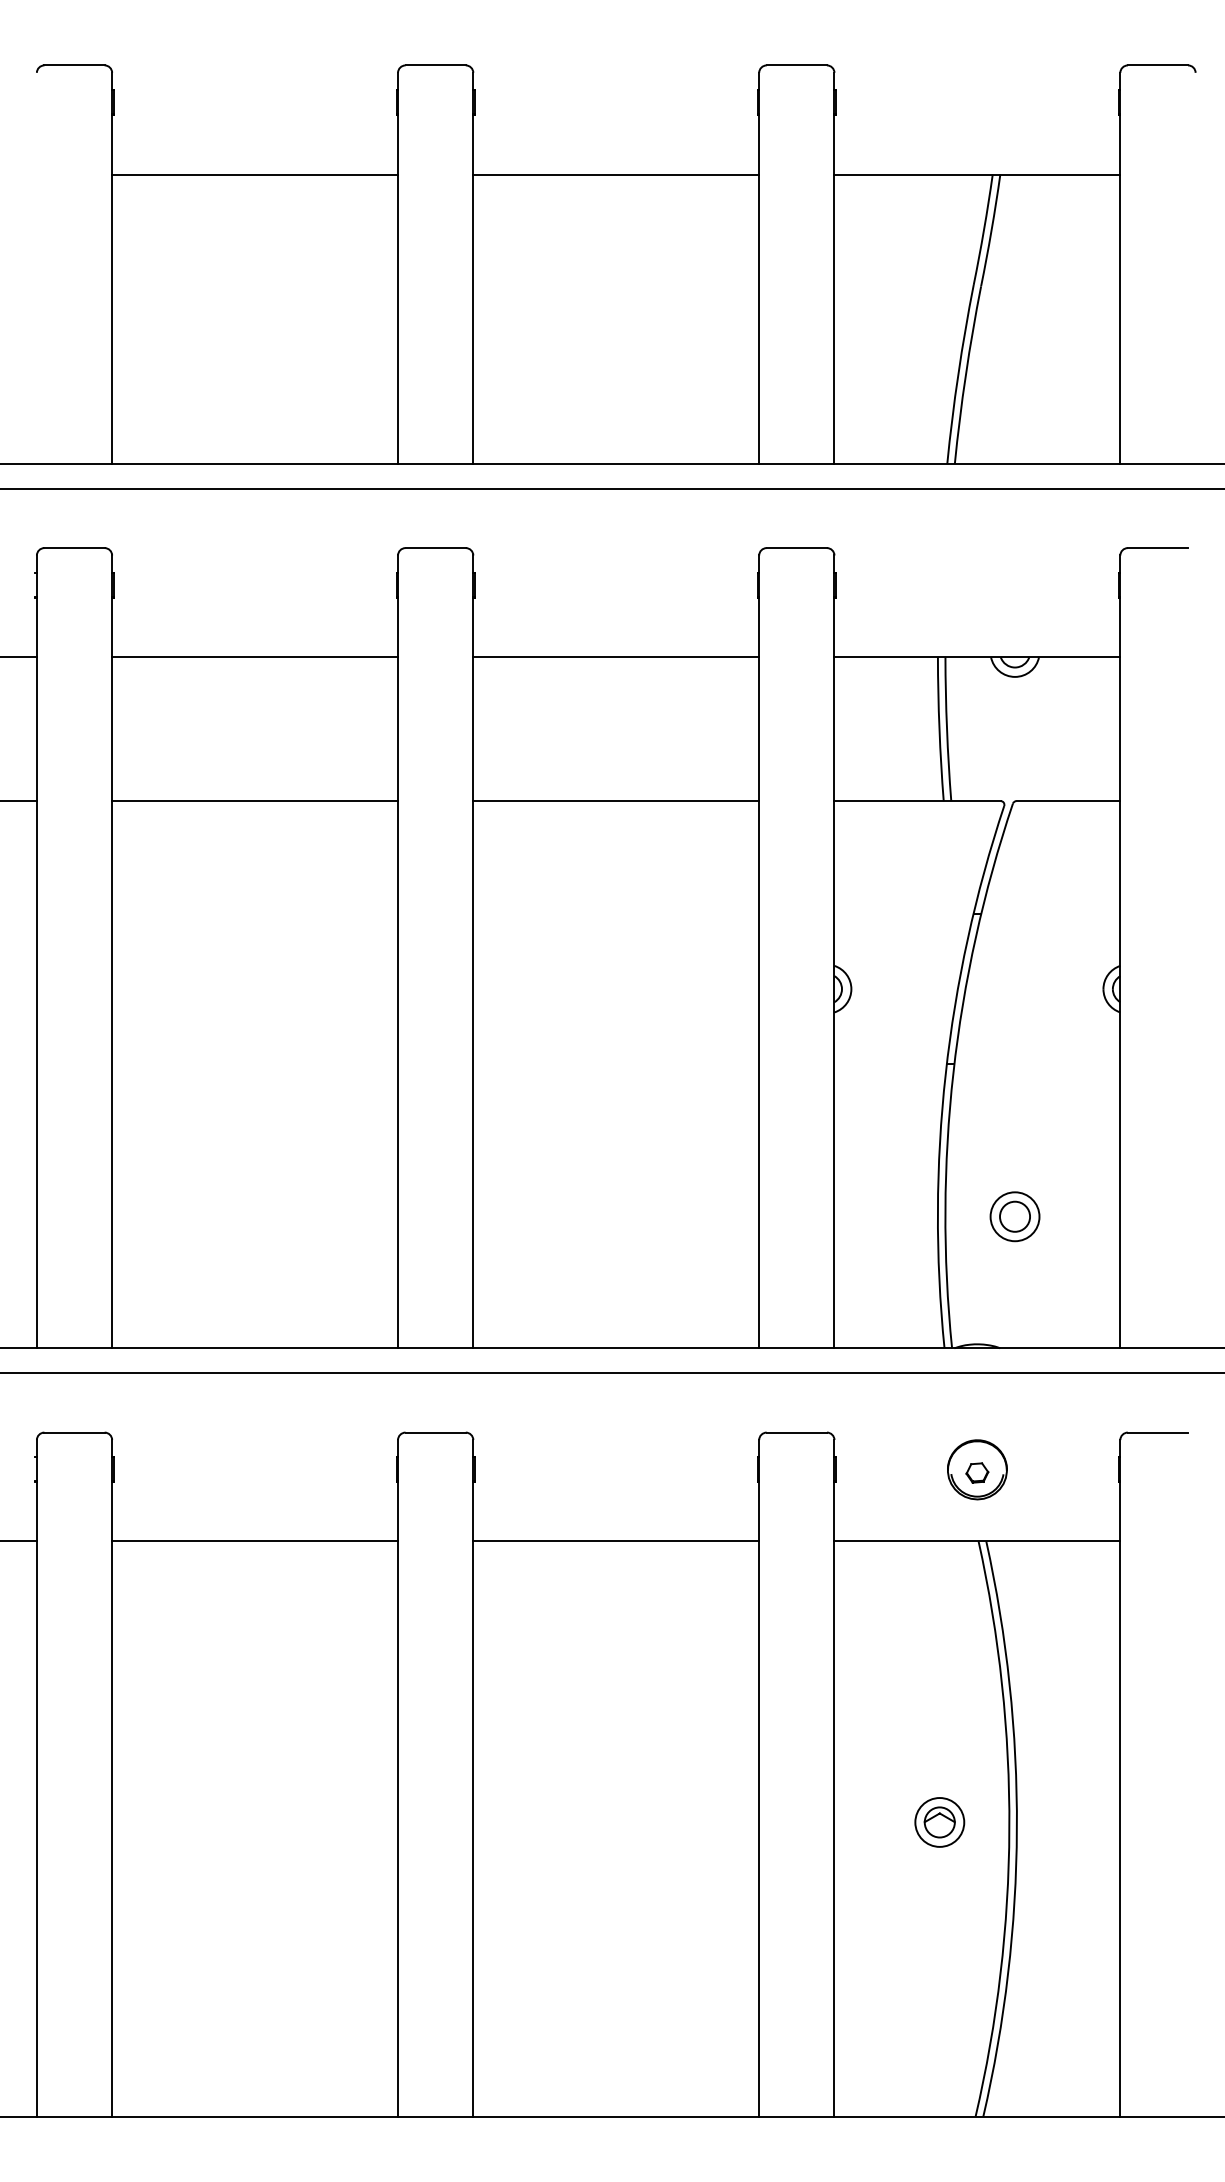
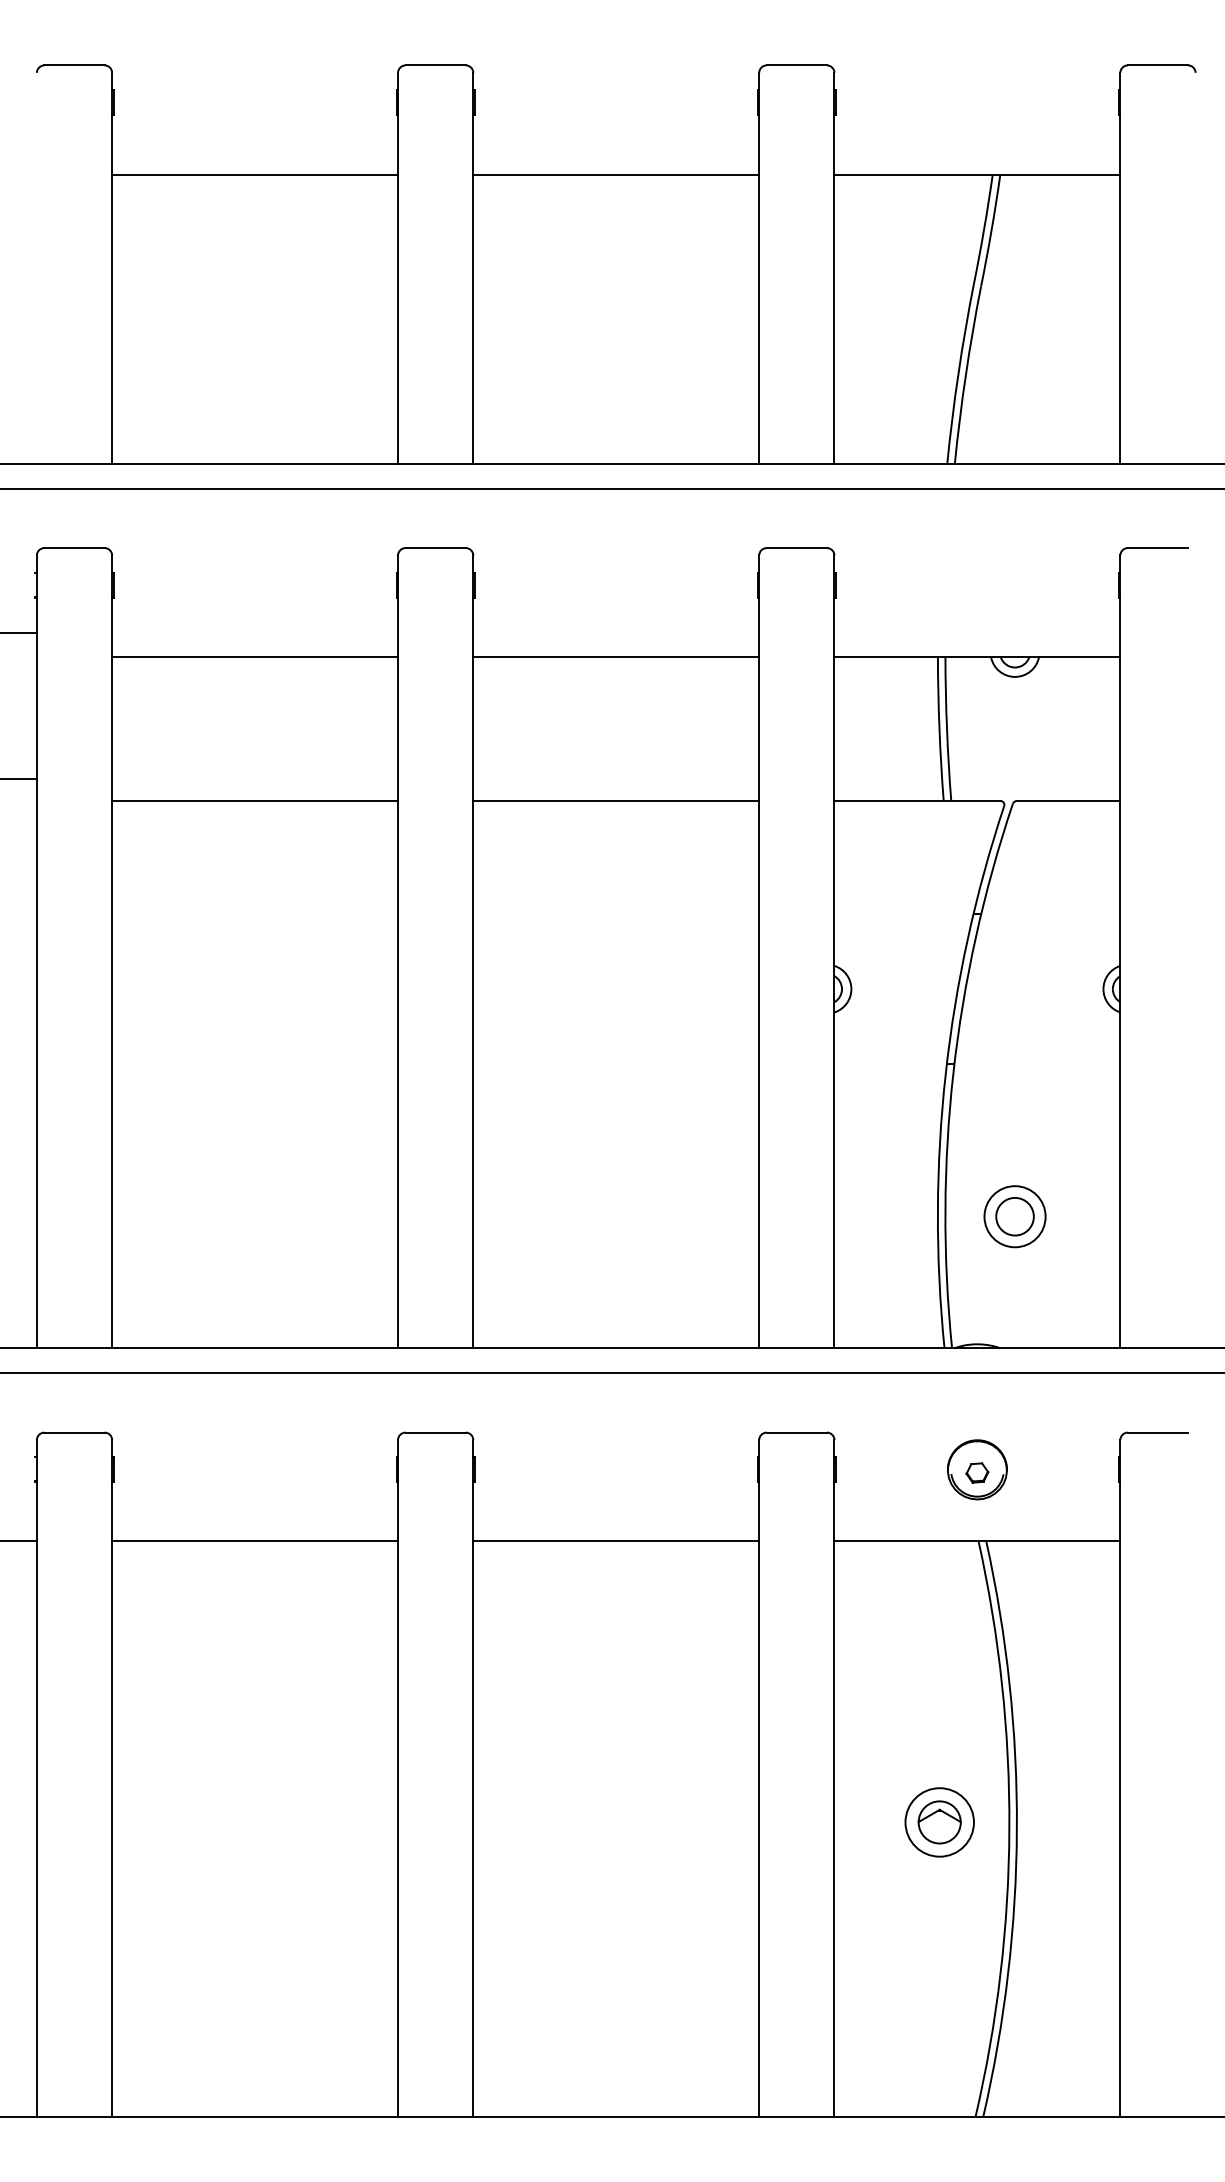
line at (19, 657) position: (19, 657) -> (19, 633)
line at (19, 801) position: (19, 801) -> (19, 779)
part at (1014, 1216) size: 52x52 px -> 64x64 px
part at (939, 1822) size: 52x51 px -> 71x71 px
